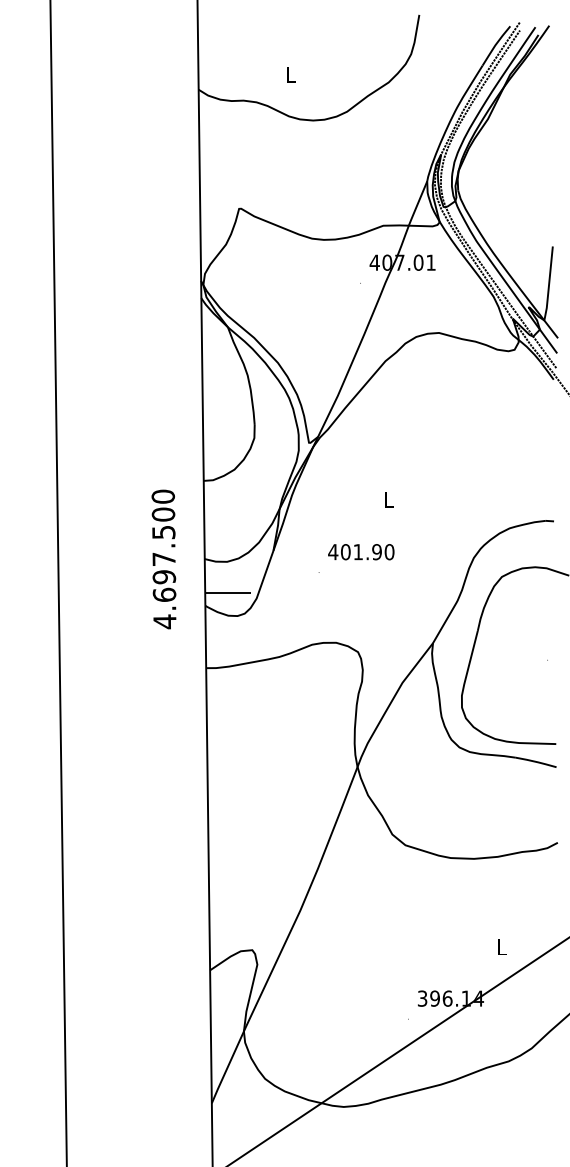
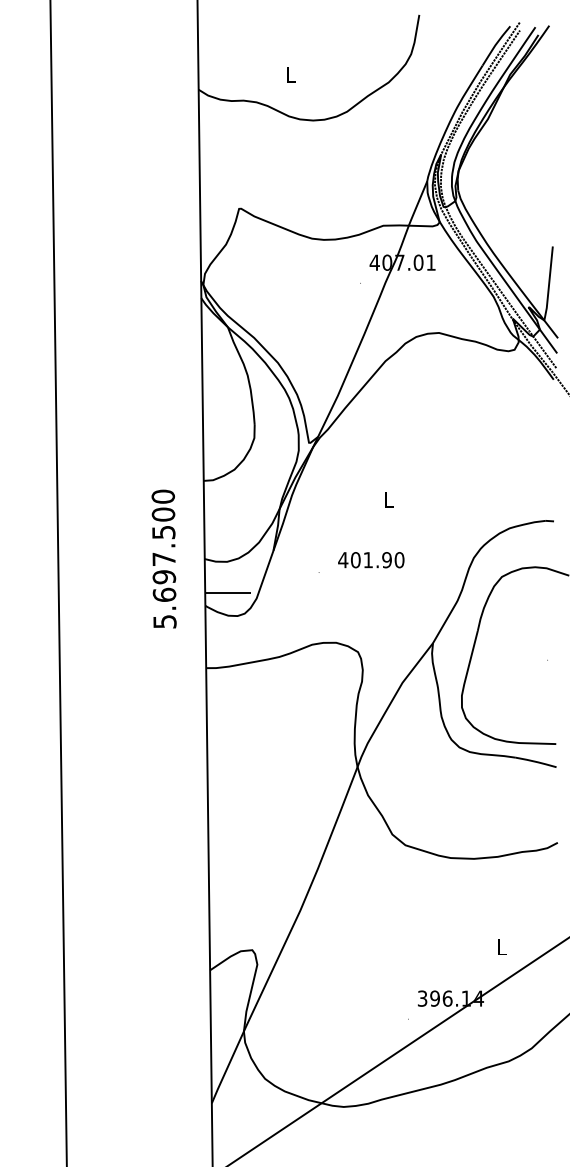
text at (361, 552) position: (361, 552) -> (371, 560)
text at (164, 621): 4.697.500 -> 5.697.500
